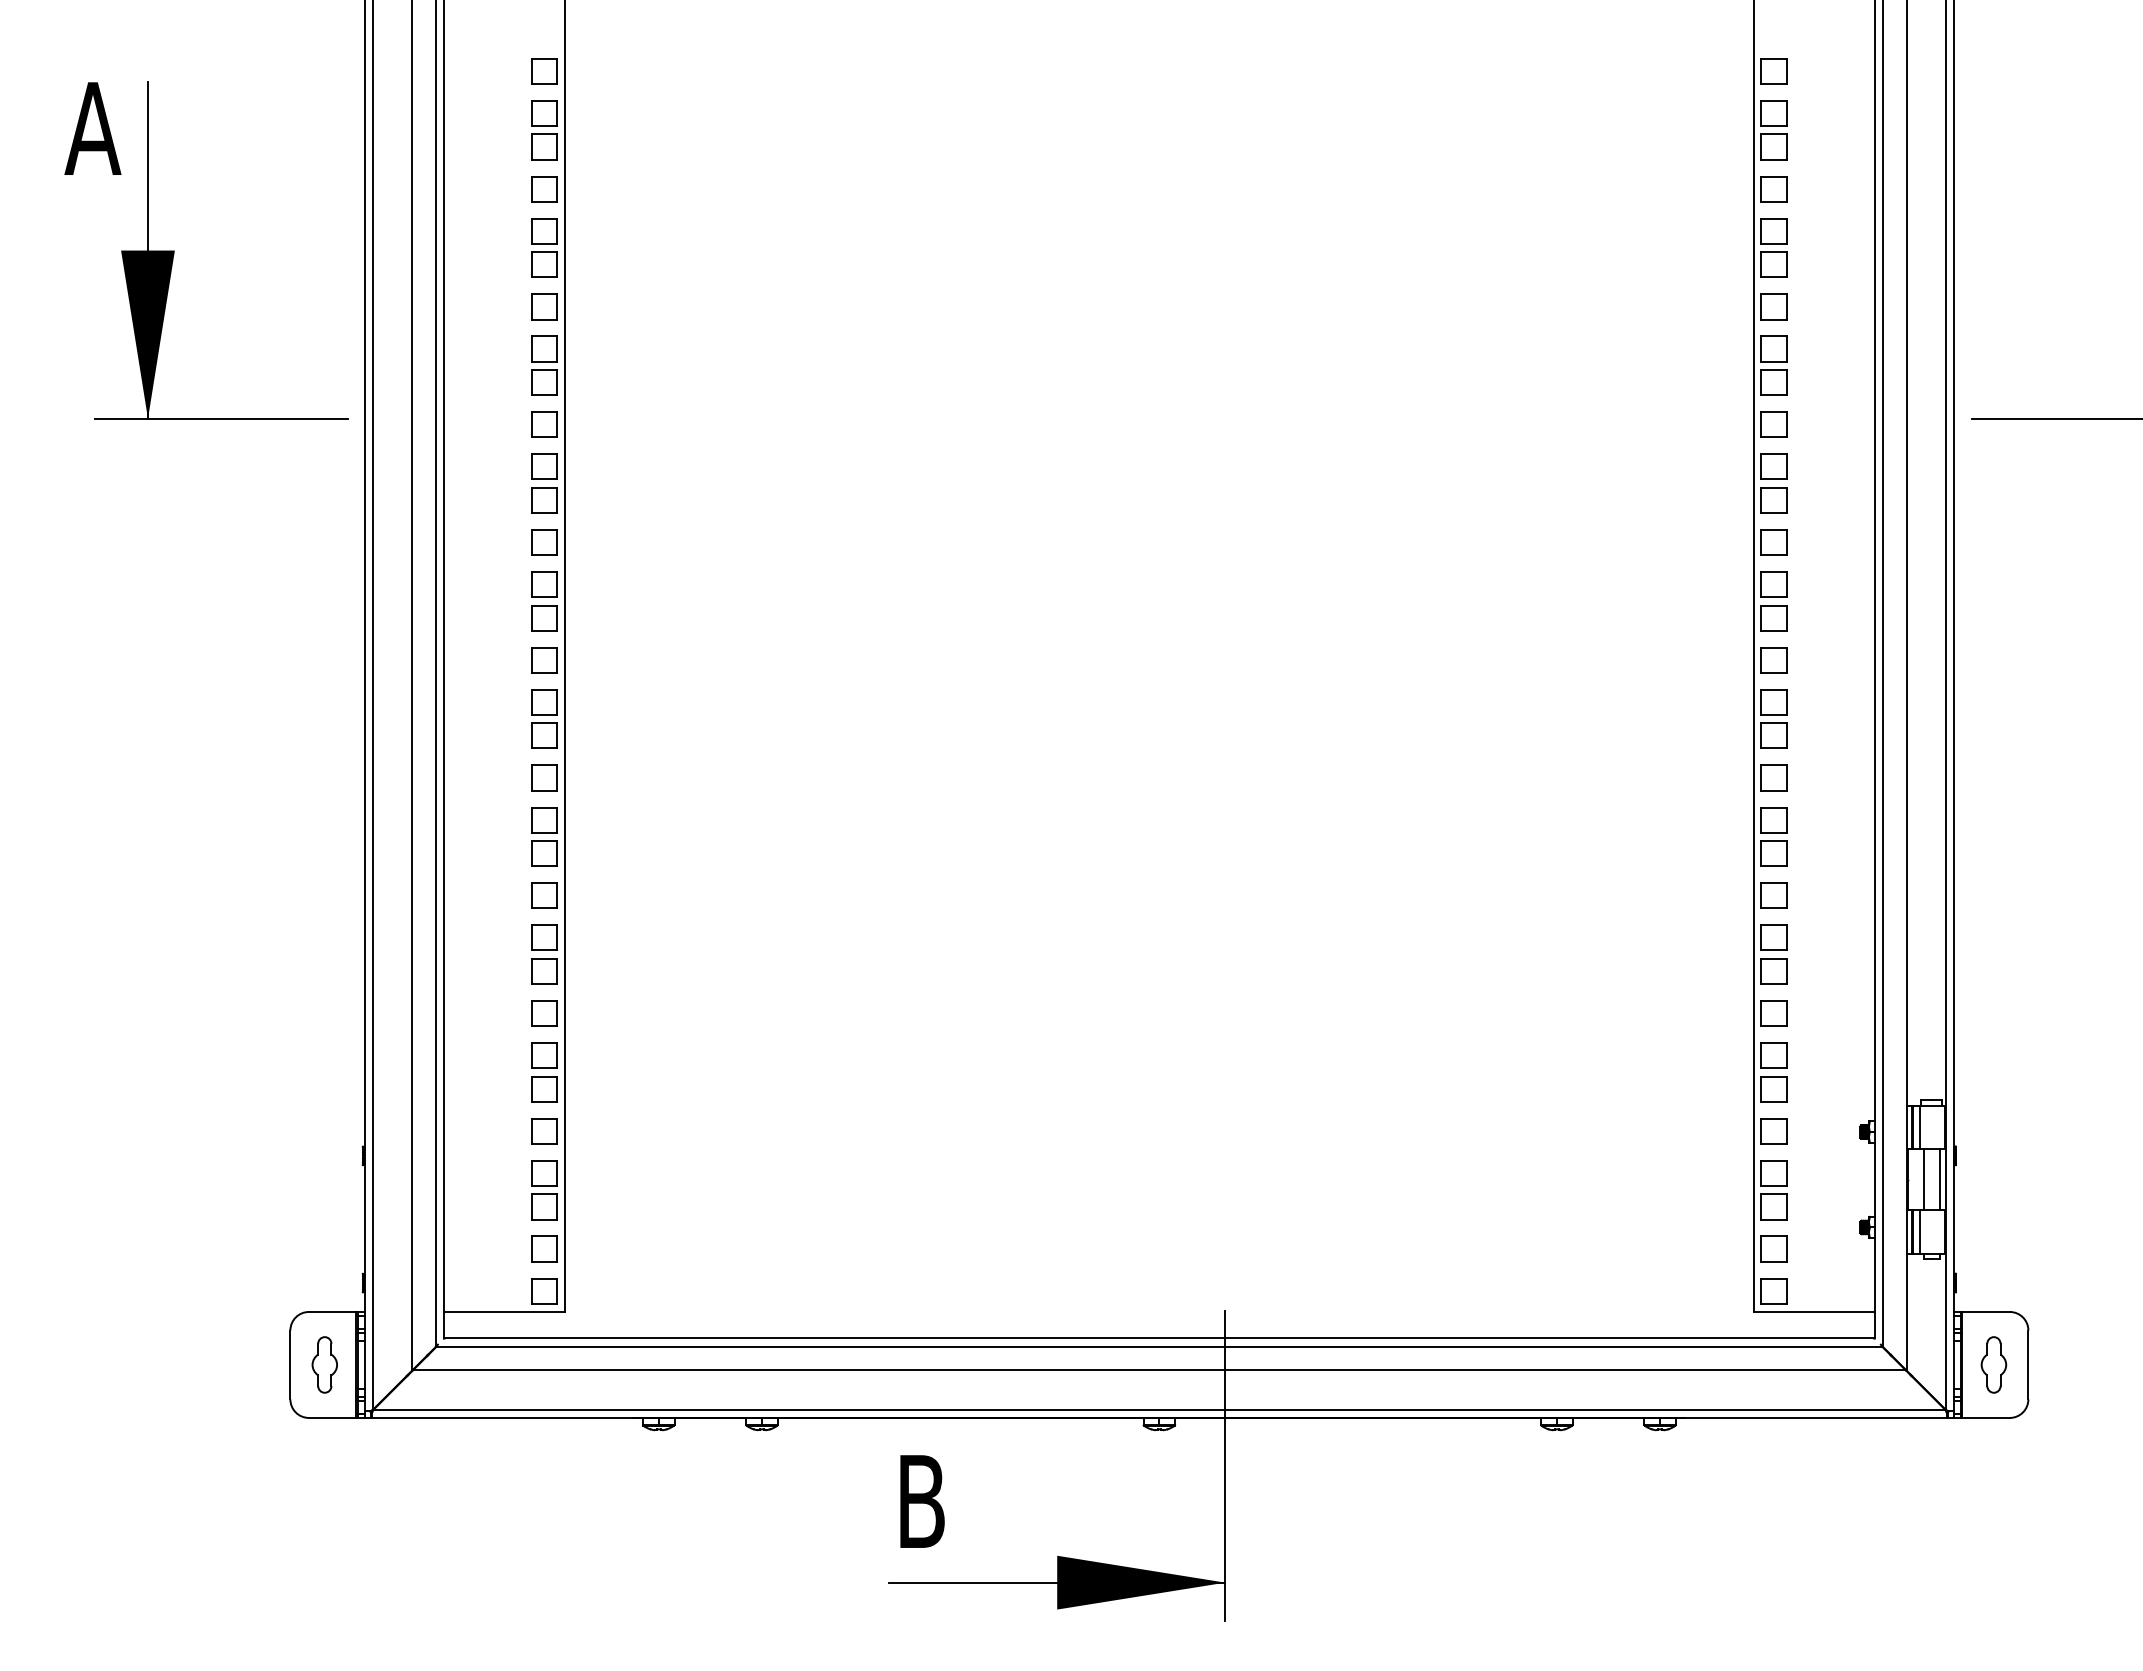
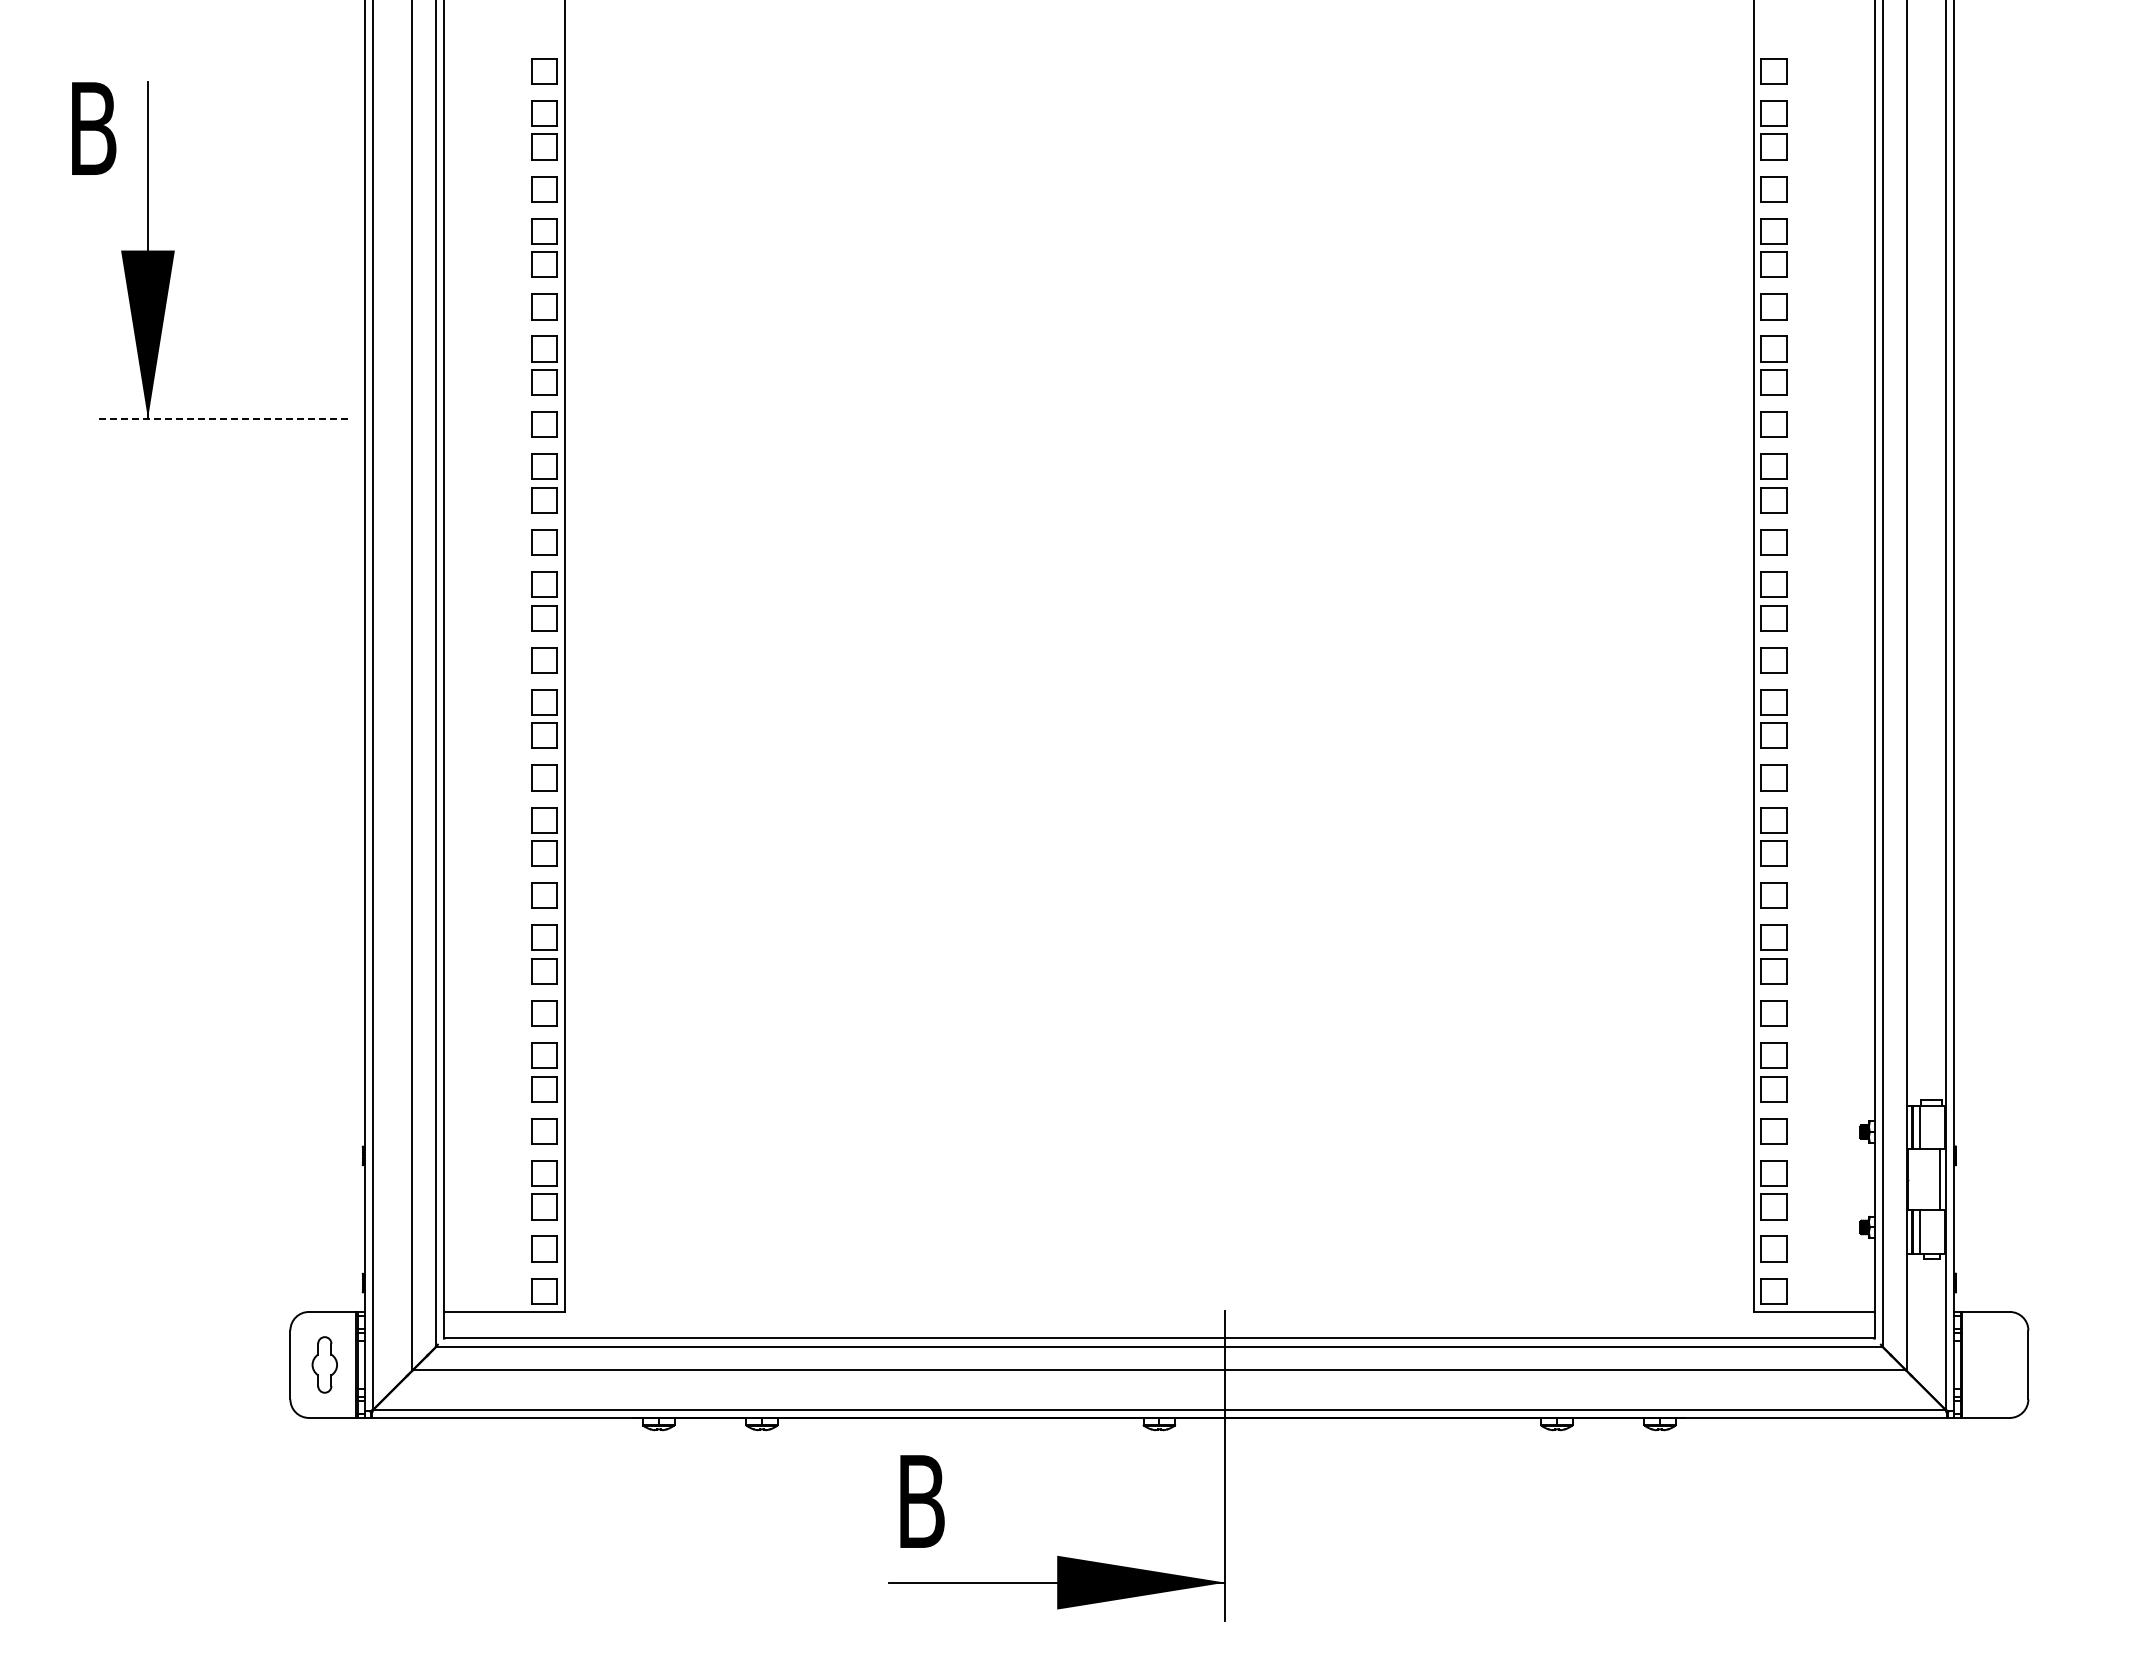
text at (92, 128): A -> B
line at (220, 418): solid -> dashed
line at (2055, 418): present -> none
line at (1923, 1179): present -> none
part at (1993, 1364): present -> none
